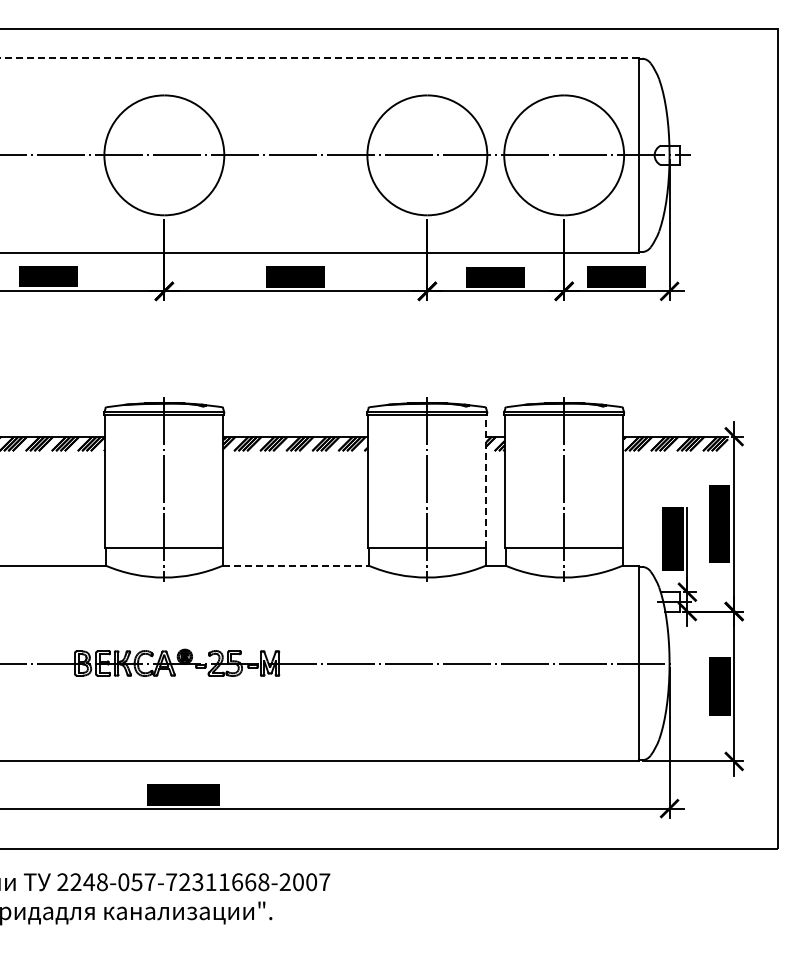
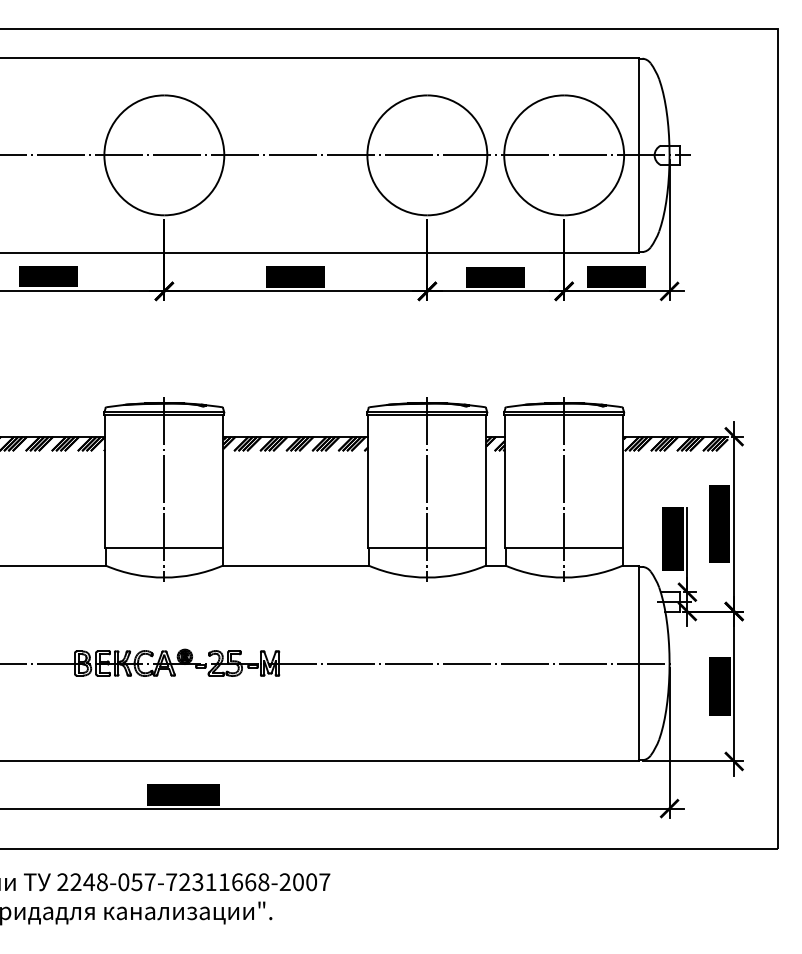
line at (319, 57): dashed -> solid
line at (486, 481): dashed -> solid
line at (296, 565): dashed -> solid
